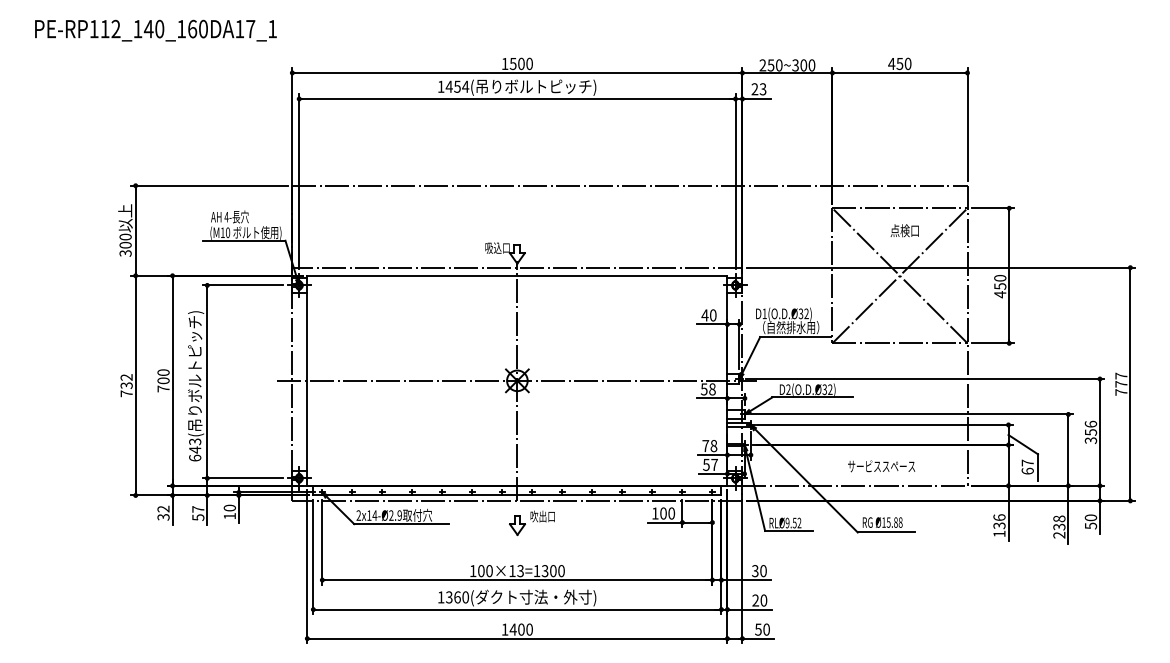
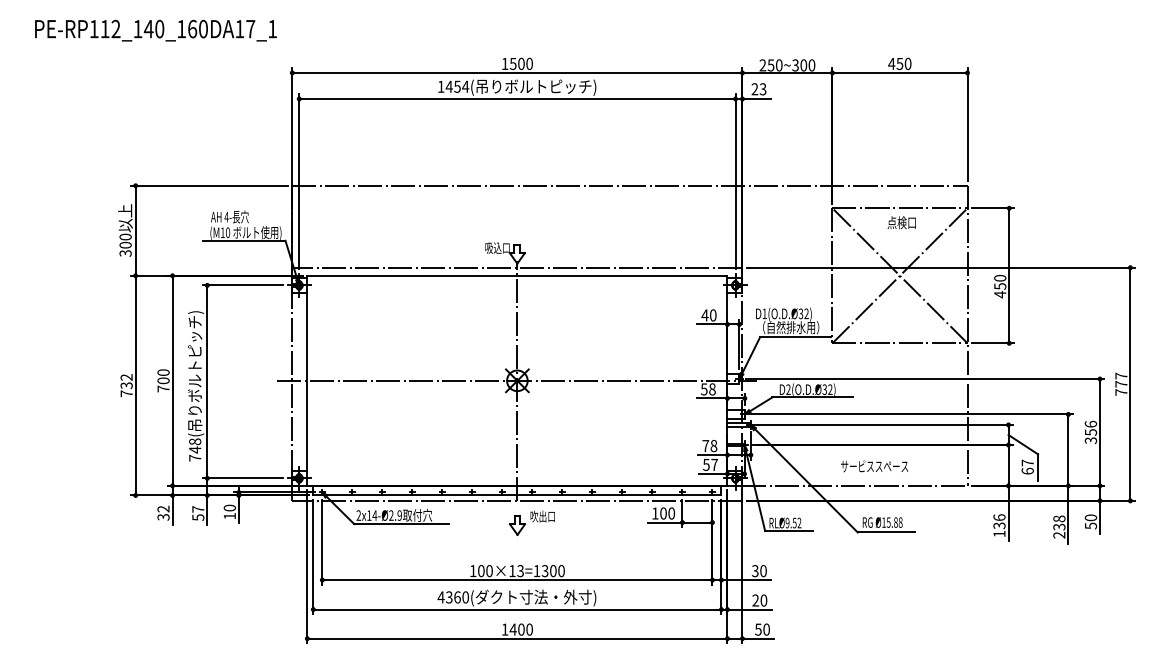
text at (904, 230) position: (904, 230) -> (901, 222)
text at (195, 449): 643( -> 748(
text at (881, 466) position: (881, 466) -> (874, 466)
text at (440, 597): 1360( -> 4360(
